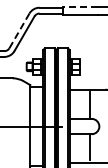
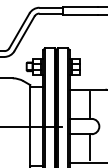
line at (80, 6): dashed -> solid
line at (19, 30): dashed -> solid
